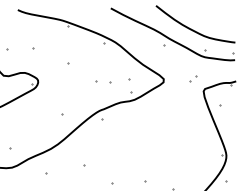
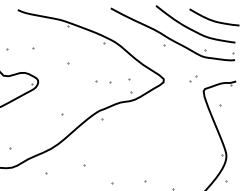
curve at (212, 19): none -> present
